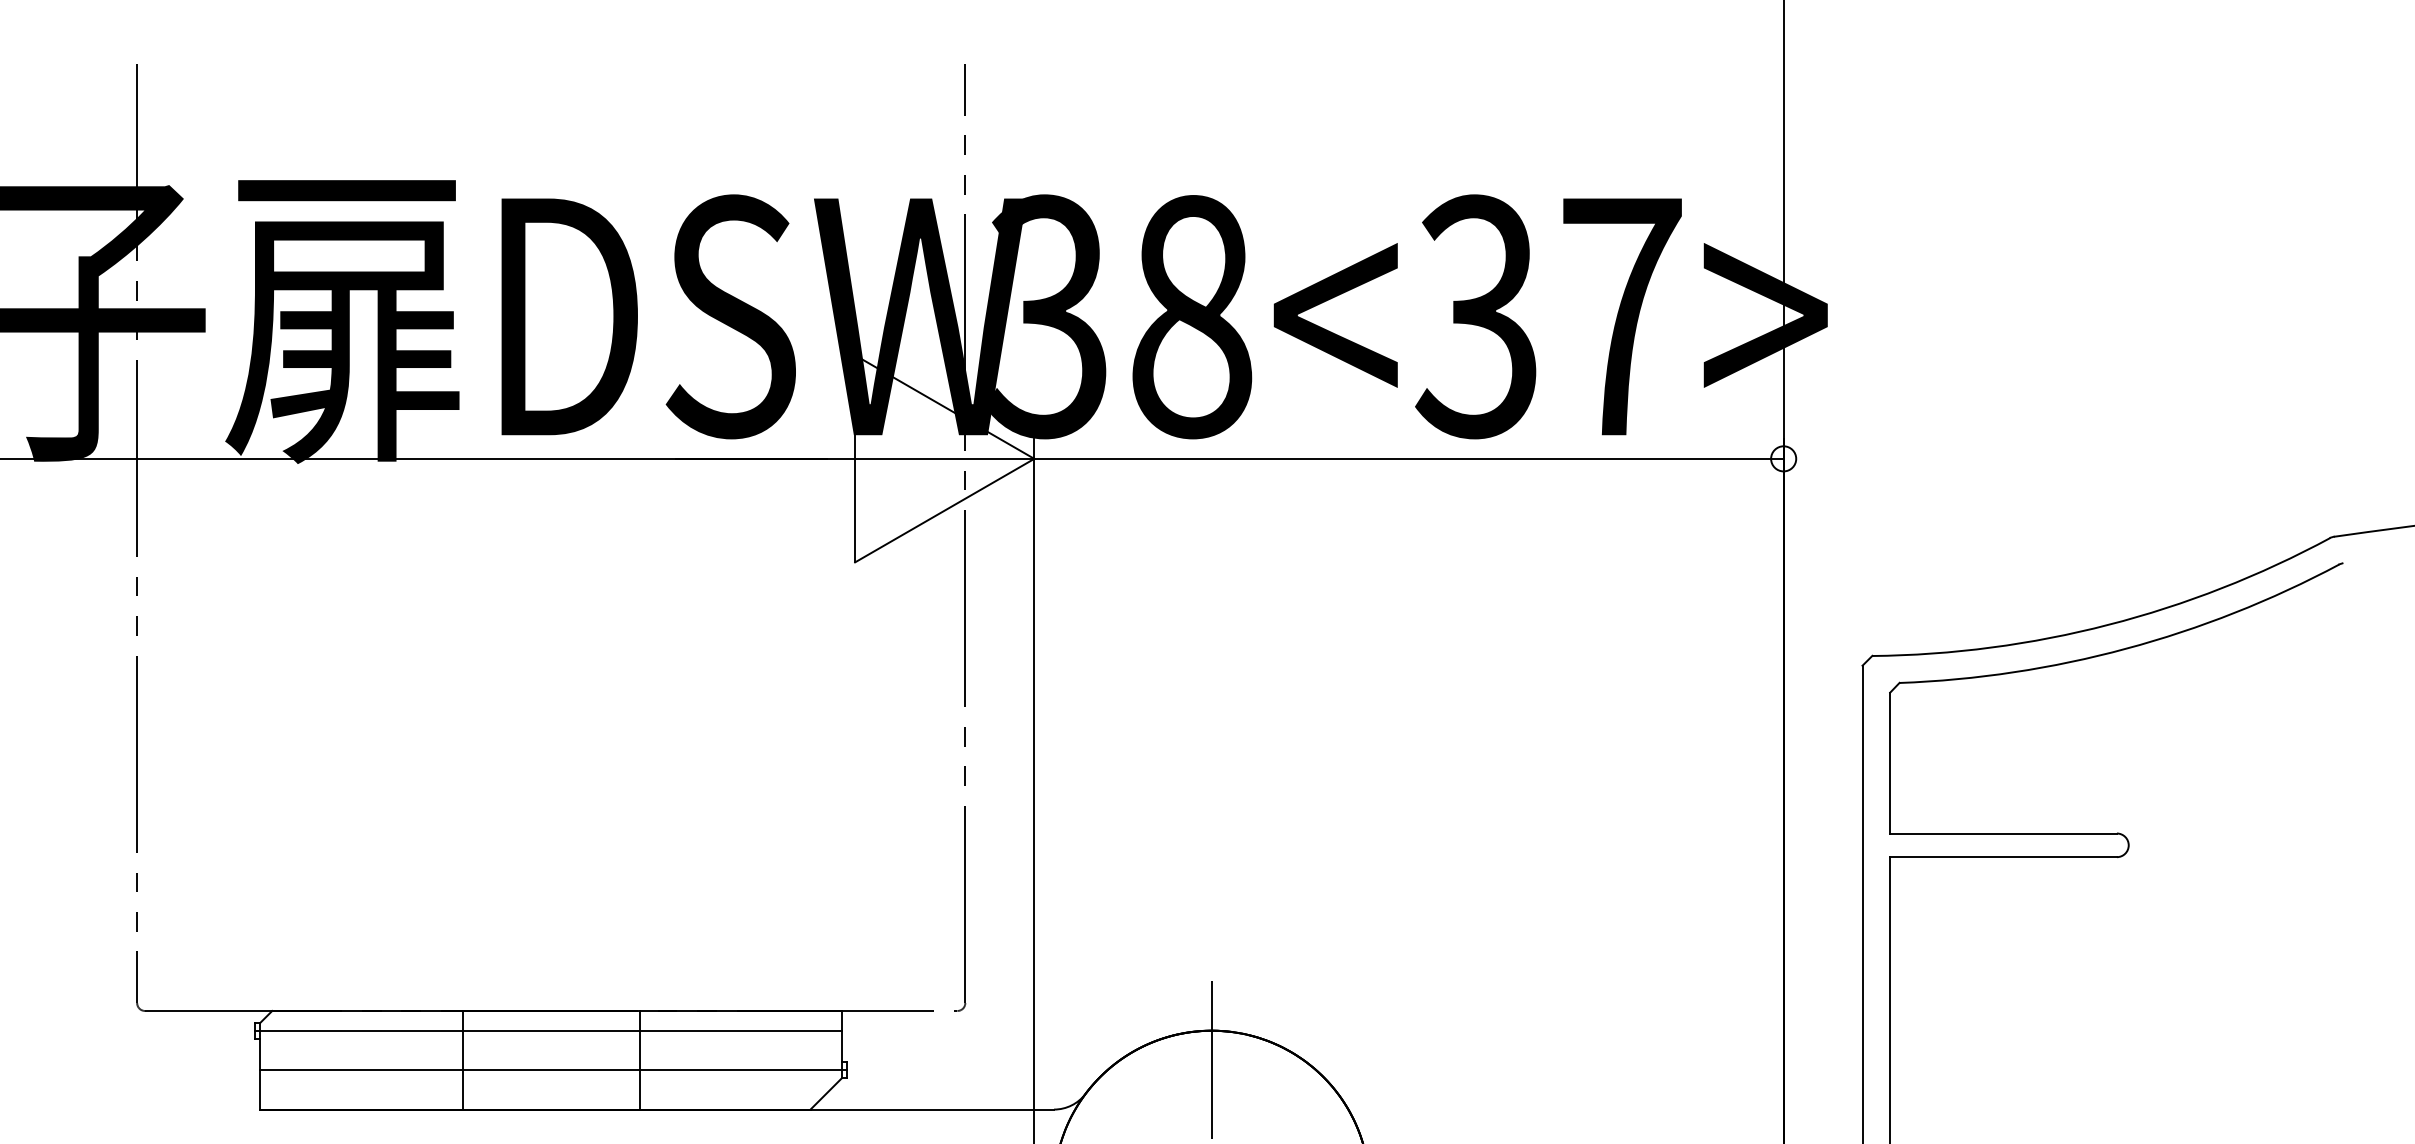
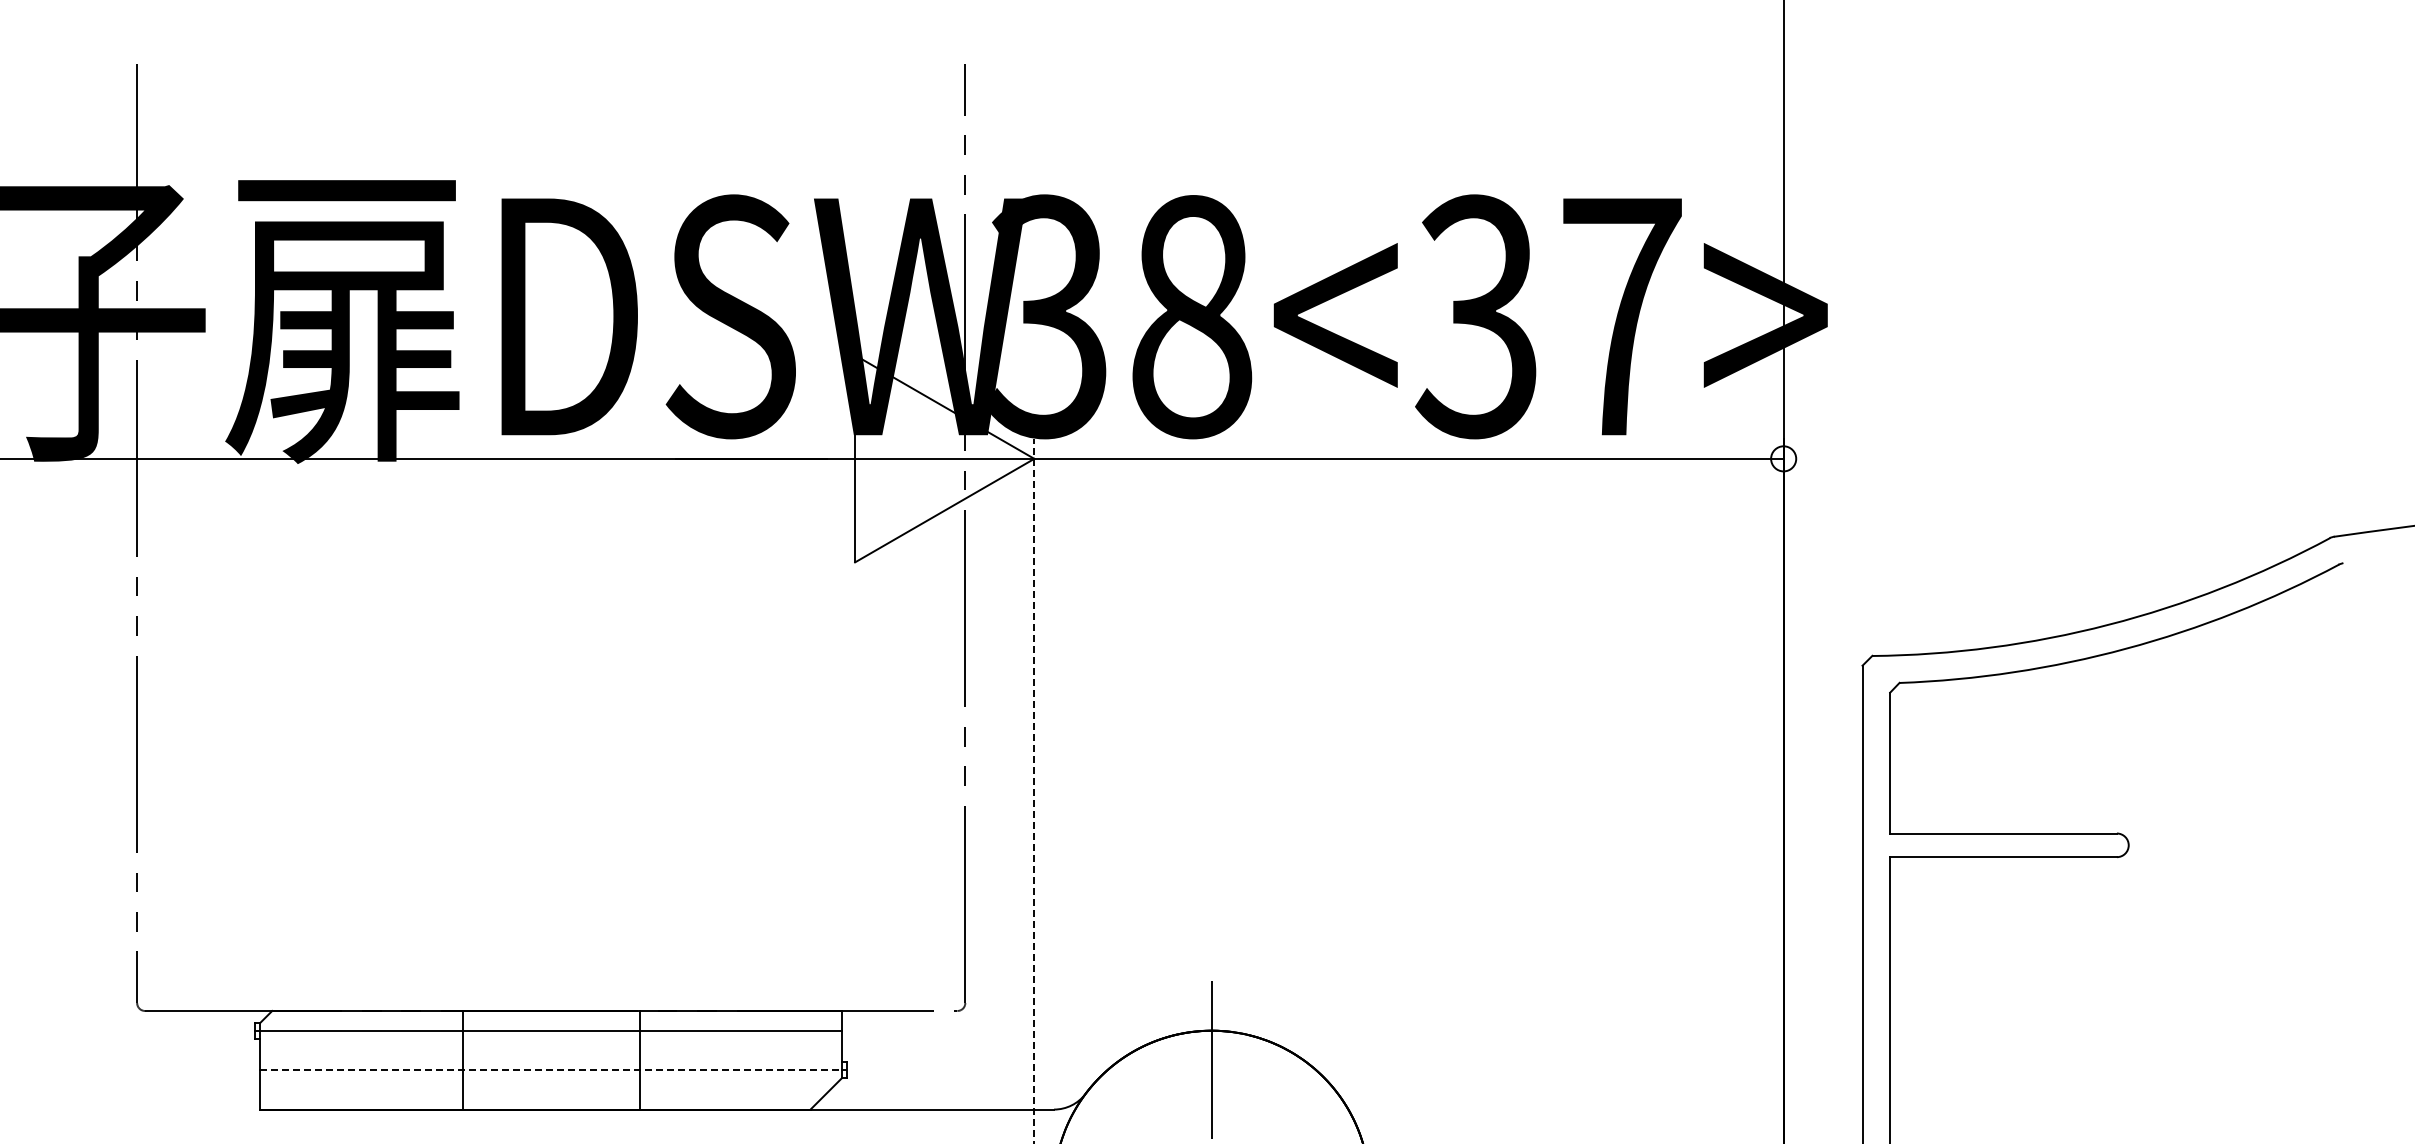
line at (1034, 791): solid -> dashed
line at (554, 1070): solid -> dashed
